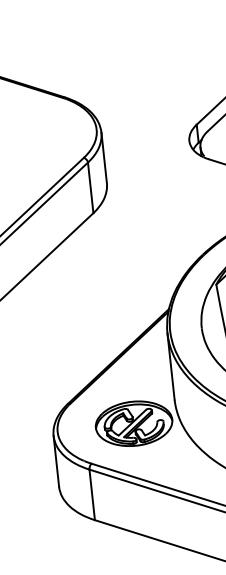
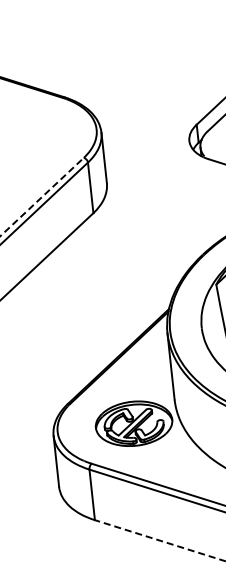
line at (42, 196): solid -> dashed
line at (159, 540): solid -> dashed
